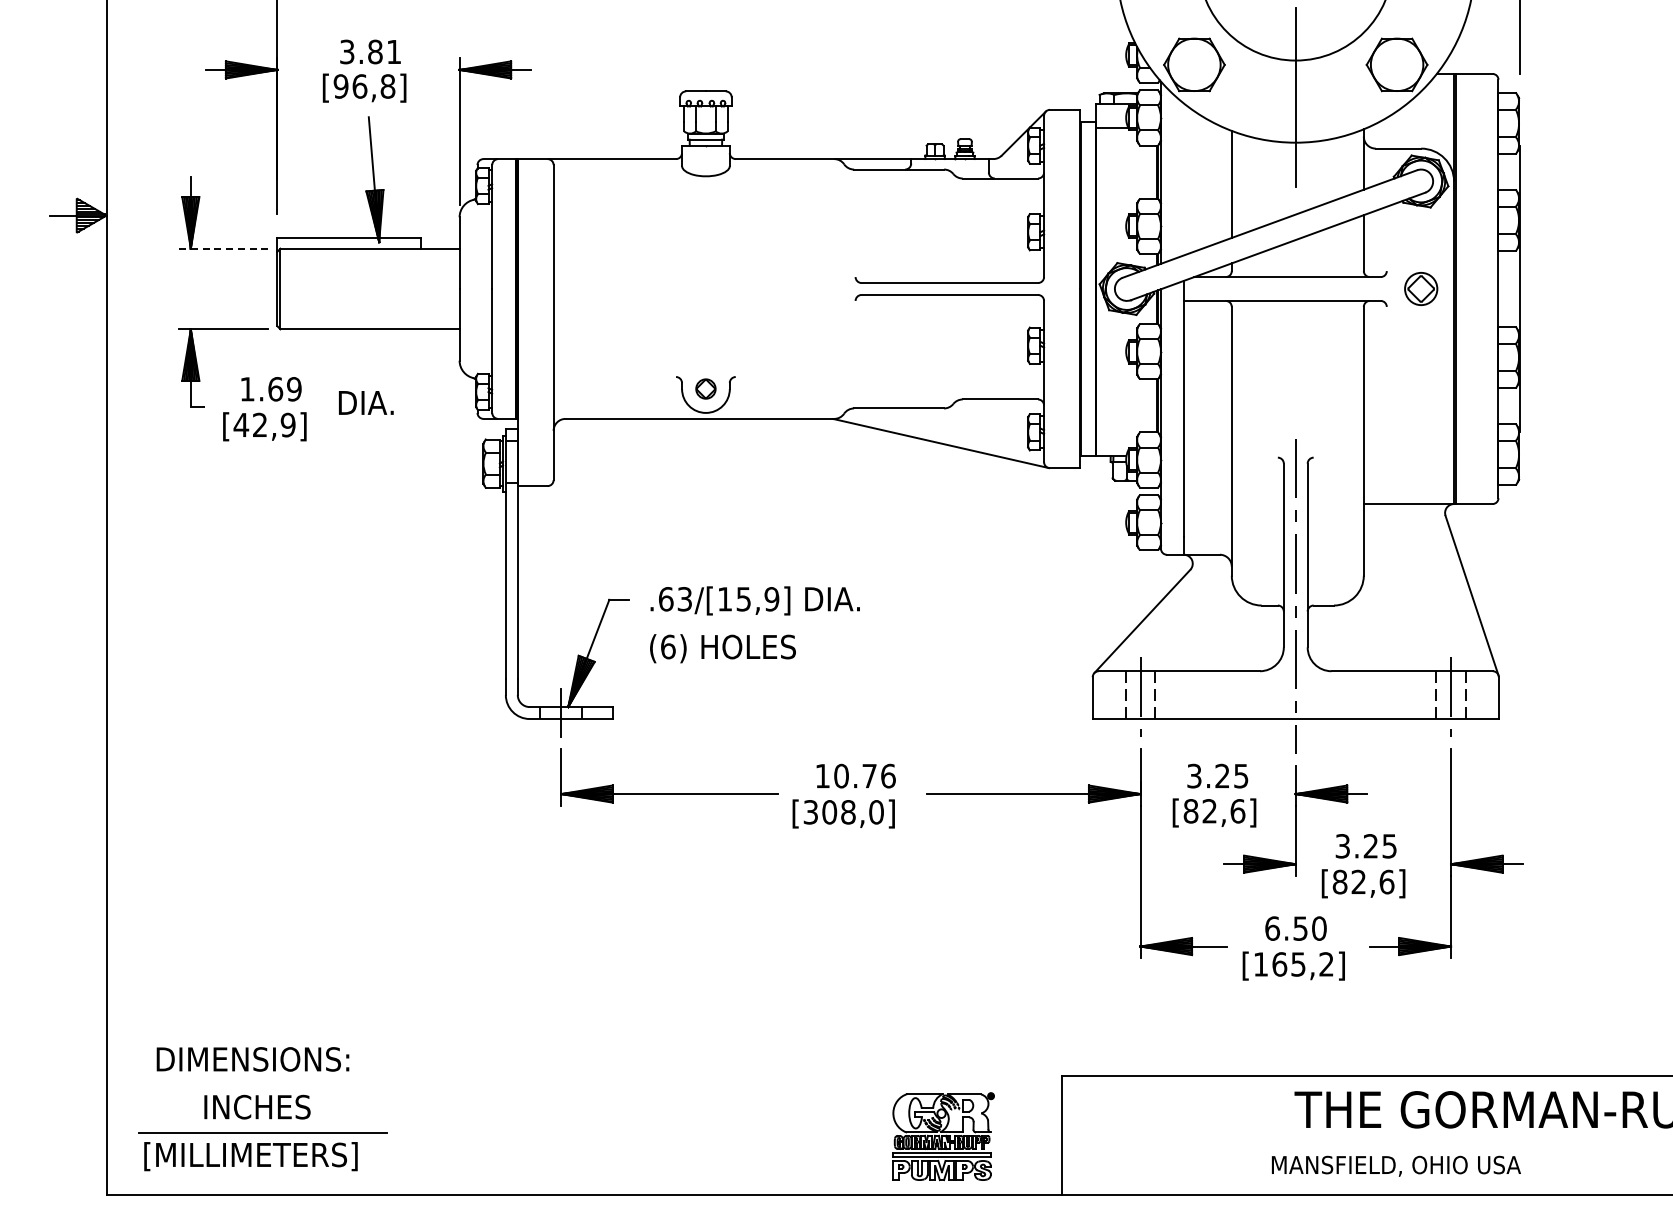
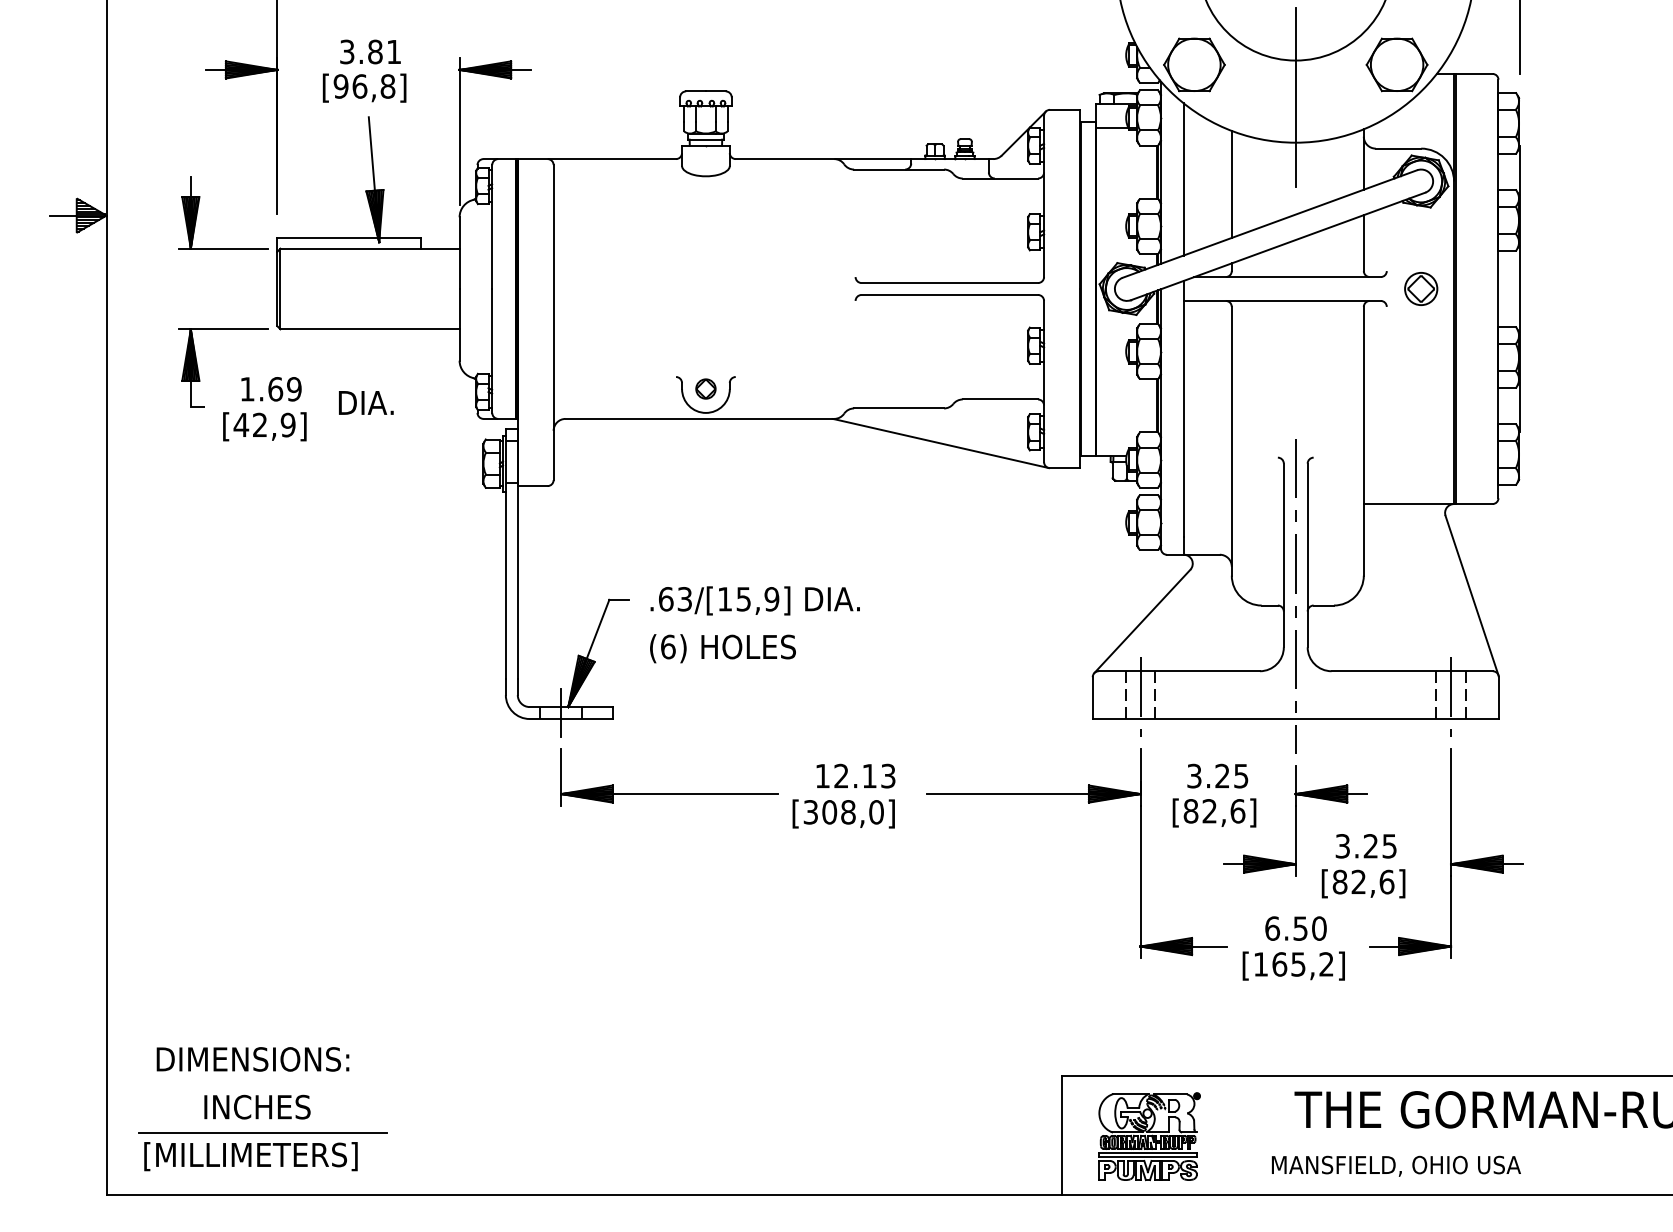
line at (1183, 179): none -> present
line at (223, 248): dashed -> solid
text at (864, 775): 10.76 -> 12.13
part at (943, 1136) position: (943, 1136) -> (1149, 1136)
